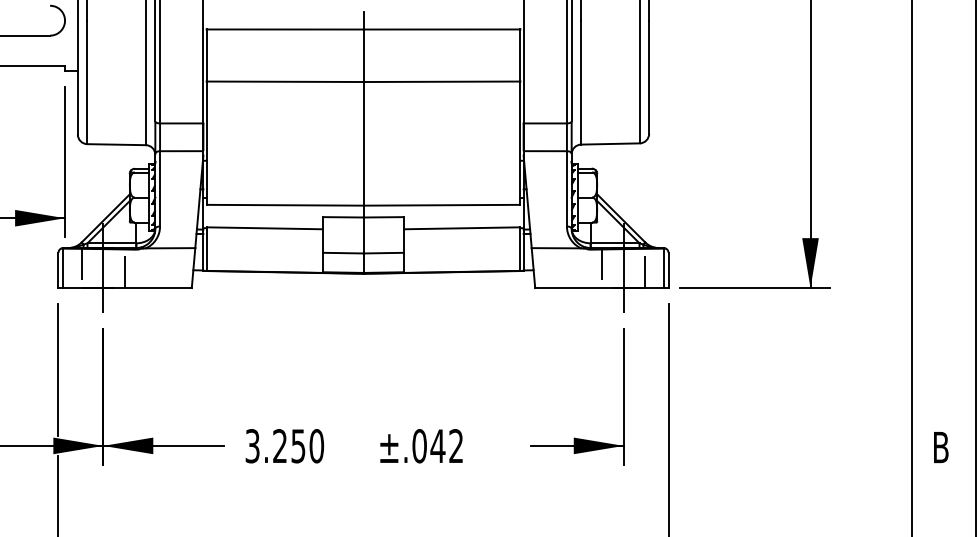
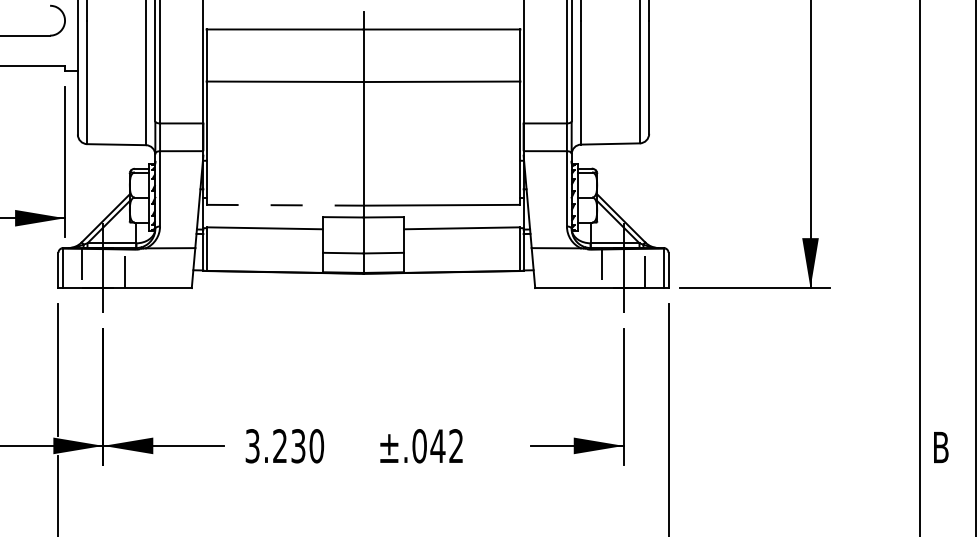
line at (284, 205): solid -> dashed
line at (911, 267) position: (911, 267) -> (919, 267)
text at (298, 445): 3.250 -> 3.230
